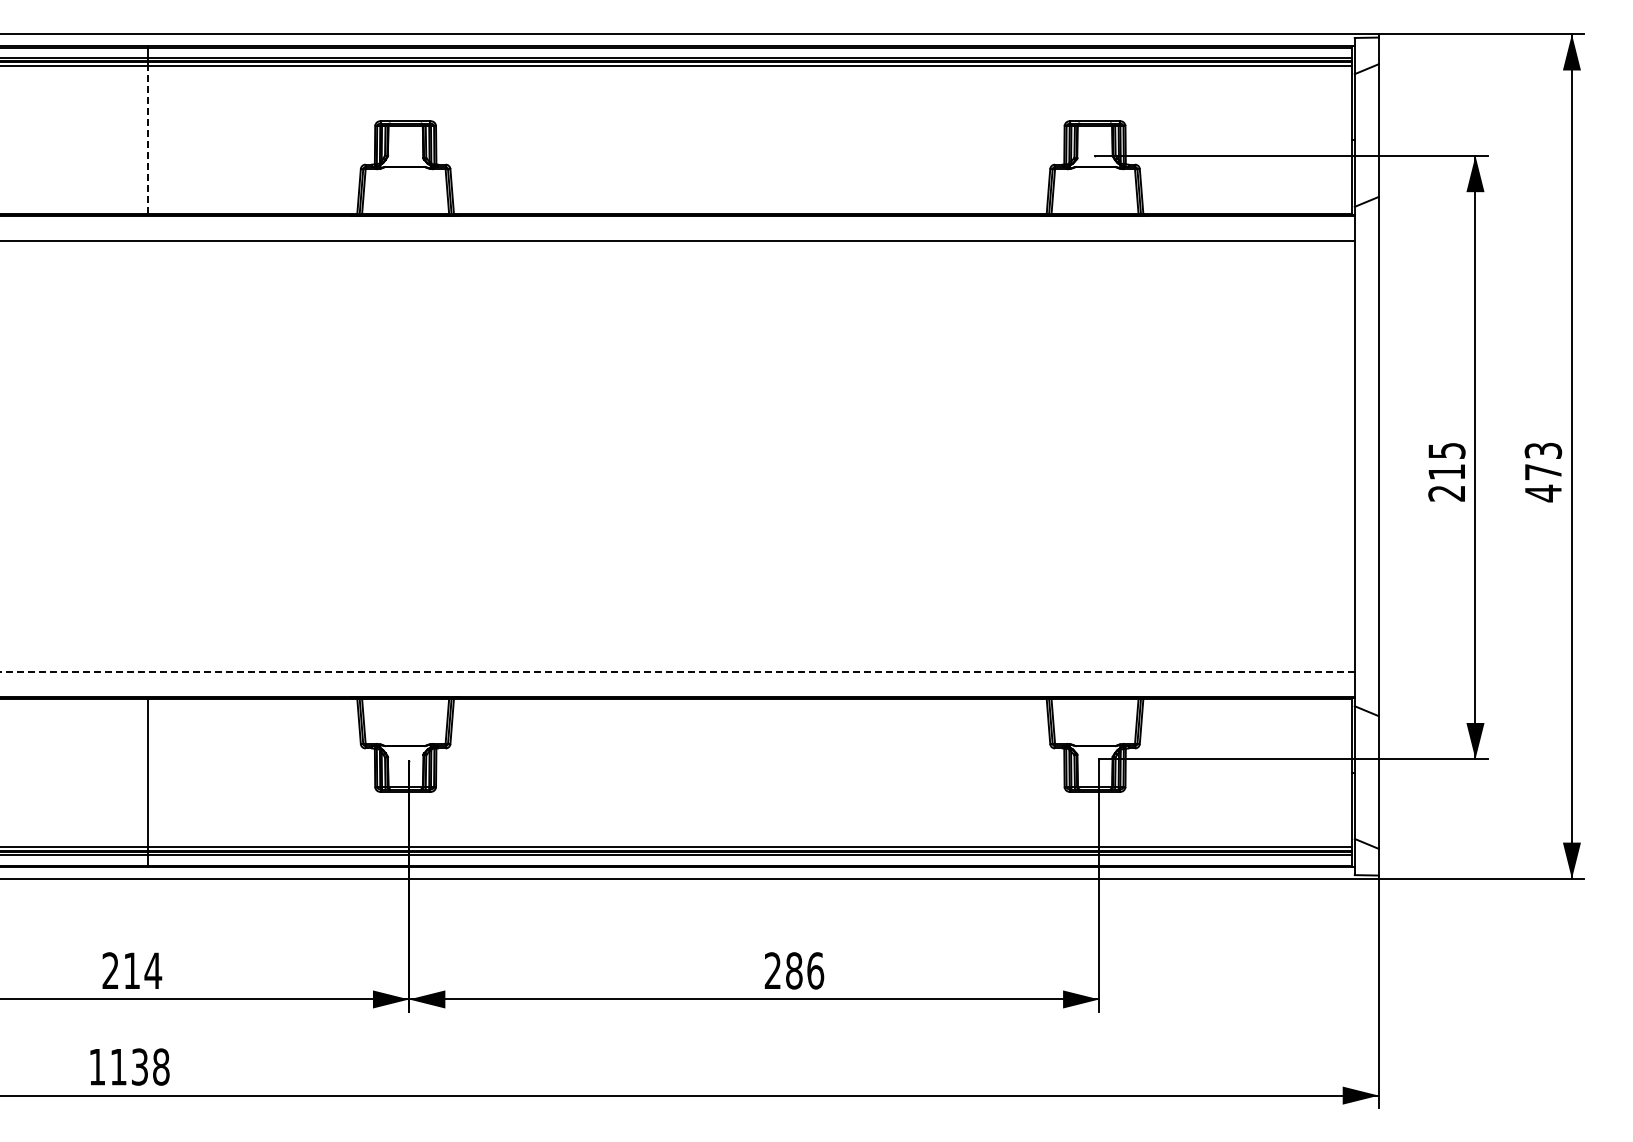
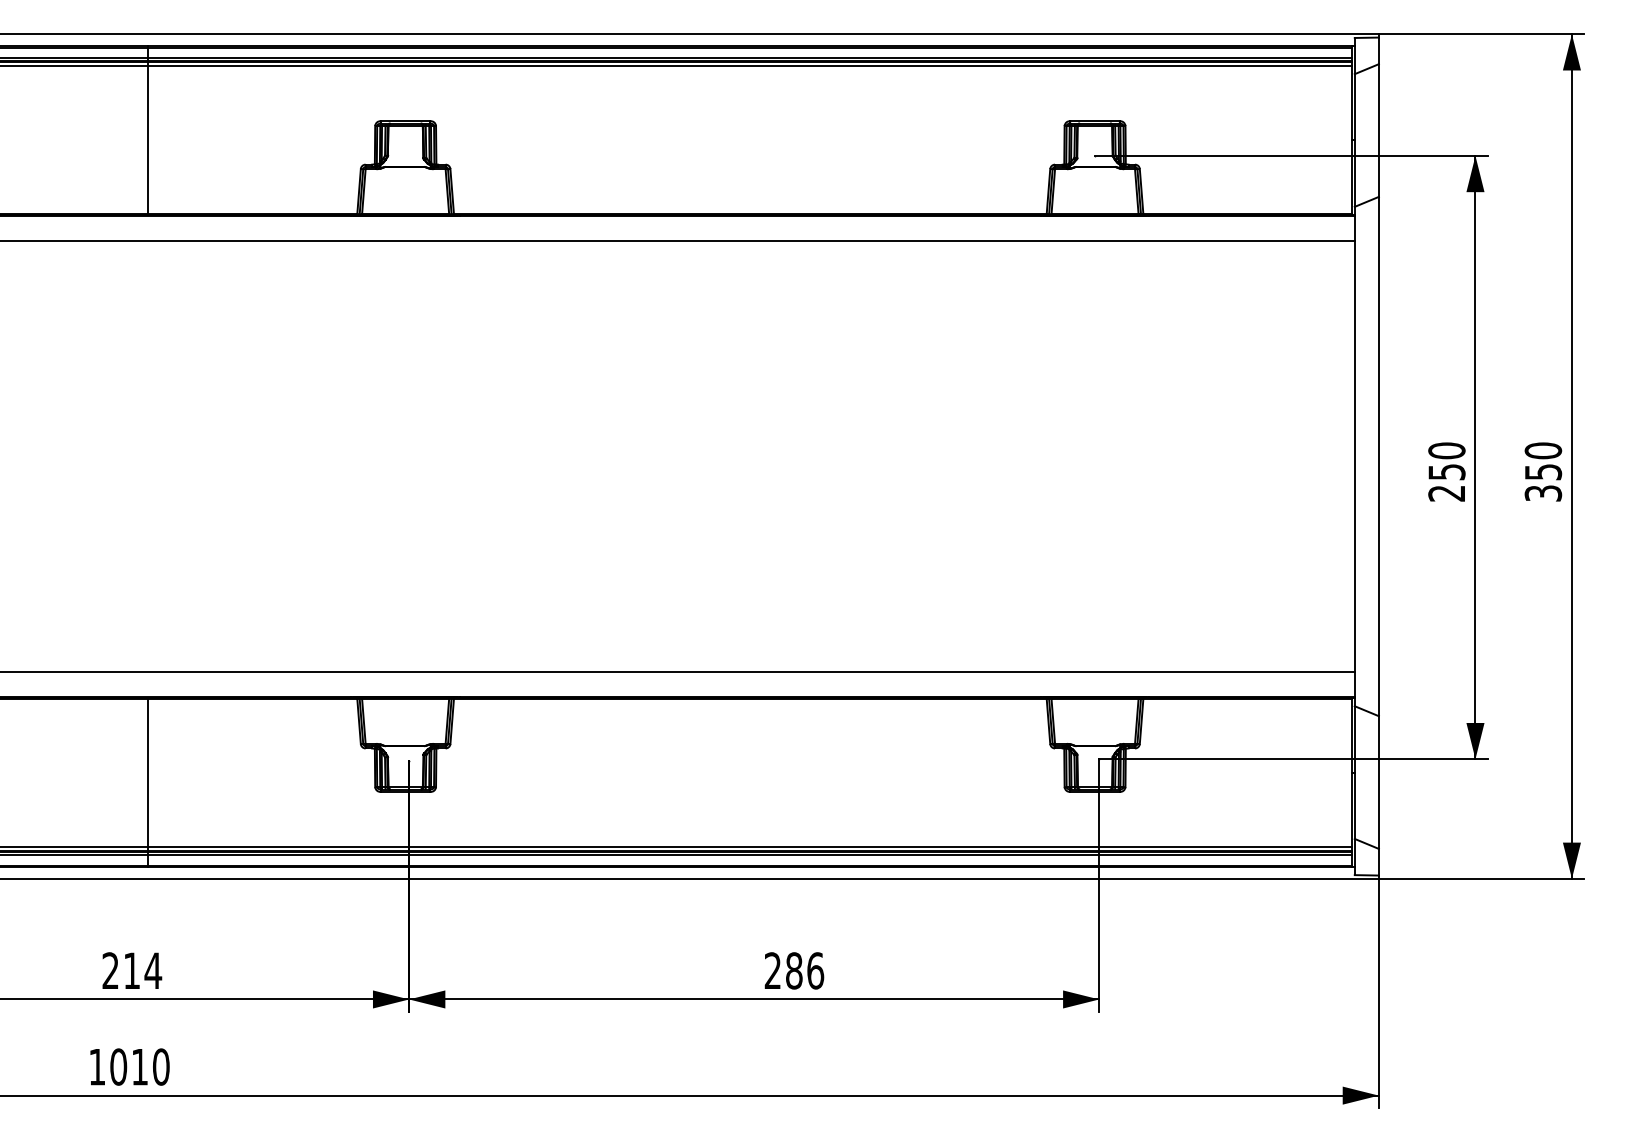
line at (148, 139): dashed -> solid
text at (1446, 461): 215 -> 250
text at (1543, 472): 473 -> 350
line at (677, 672): dashed -> solid
text at (139, 1066): 1138 -> 1010
